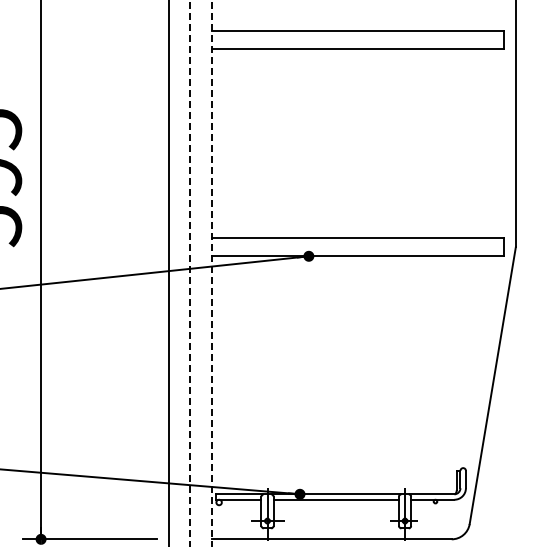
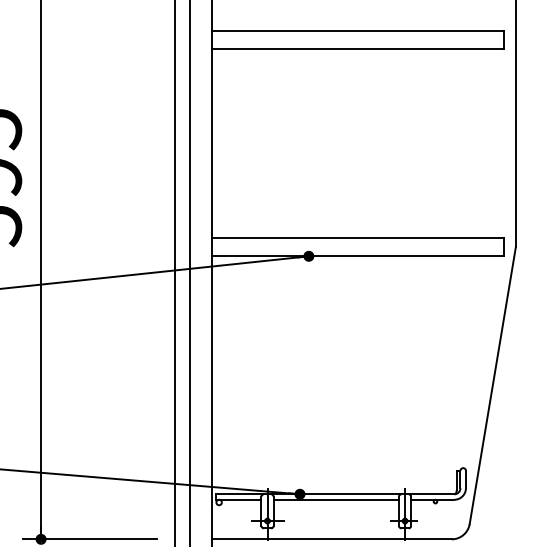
line at (169, 272) position: (169, 272) -> (175, 272)
line at (189, 273): dashed -> solid
line at (211, 273): dashed -> solid
